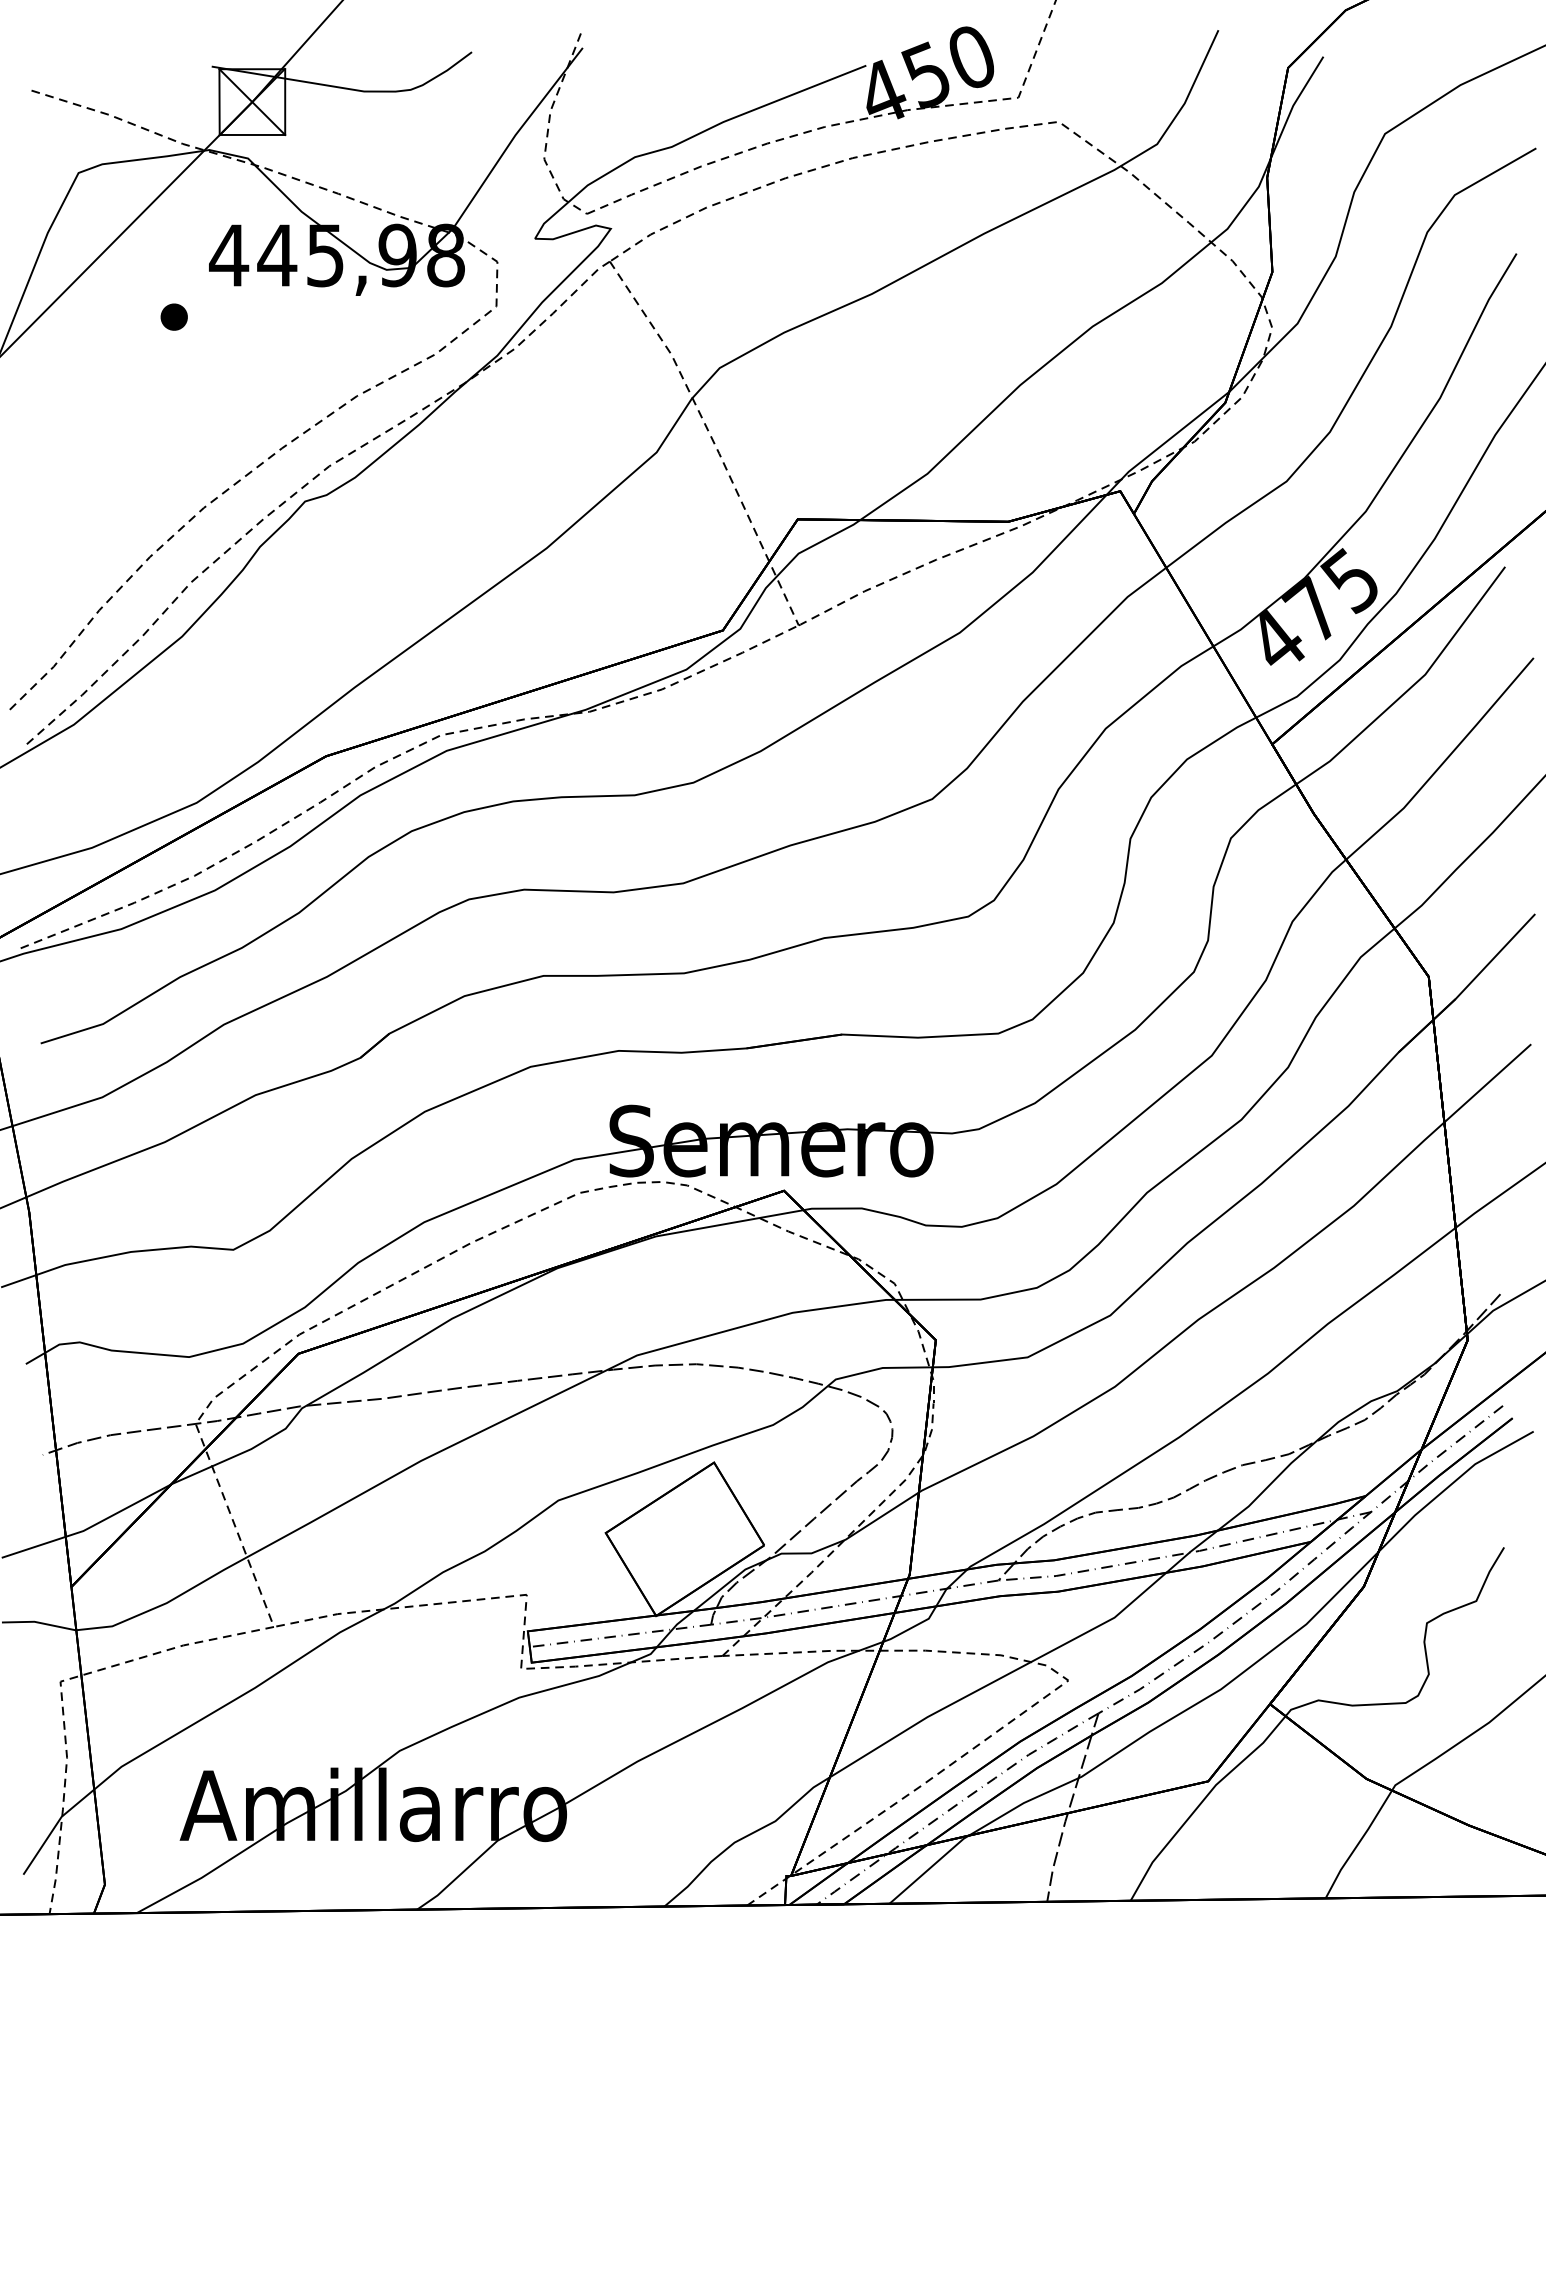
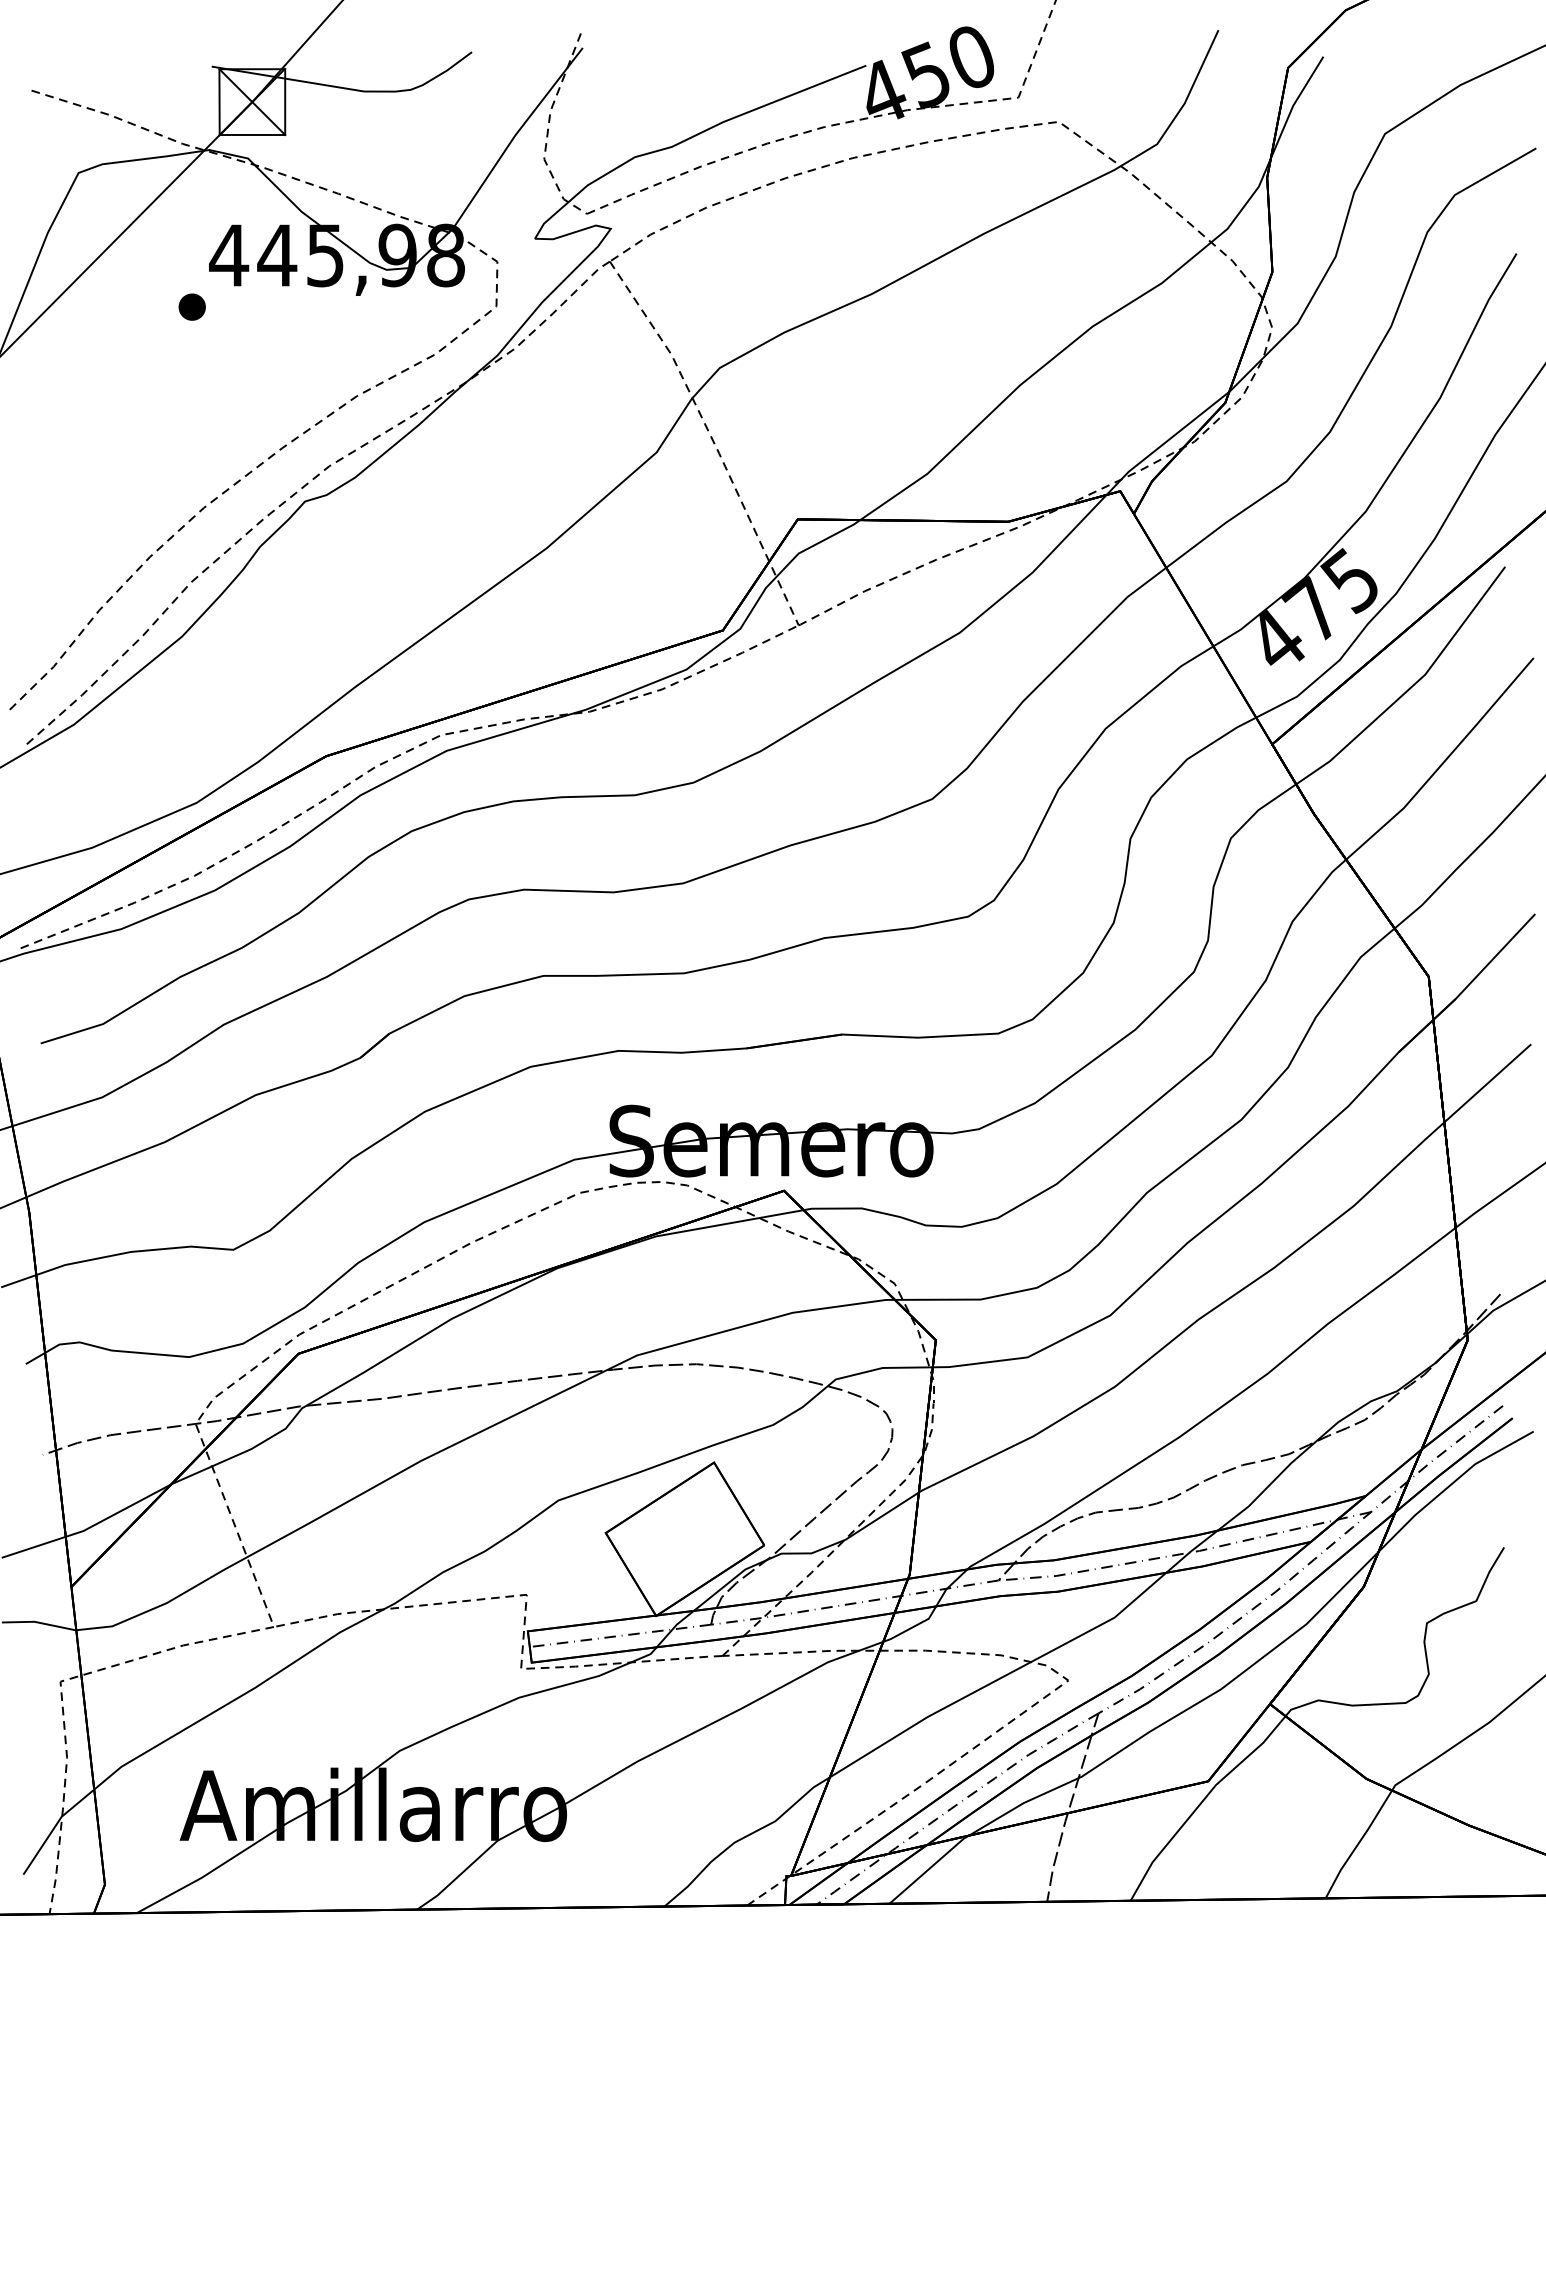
part at (173, 316) position: (173, 316) -> (191, 306)
